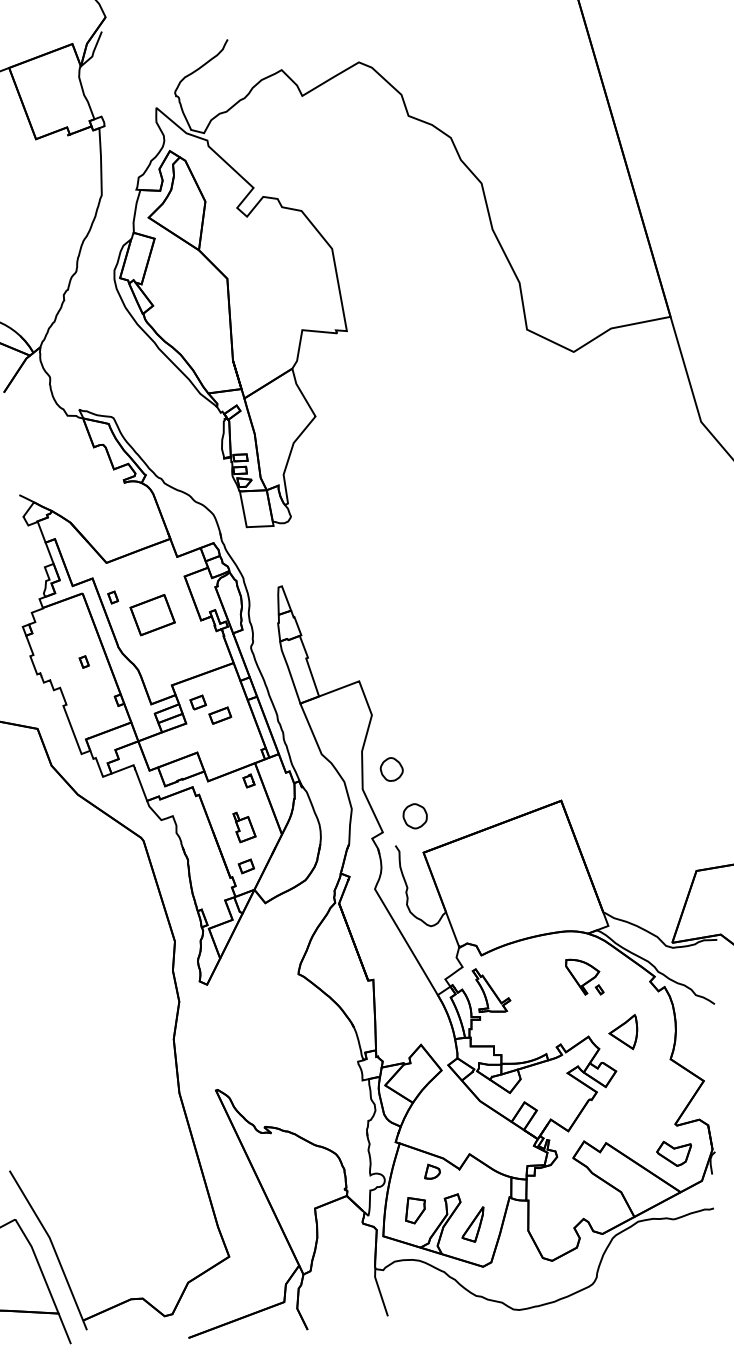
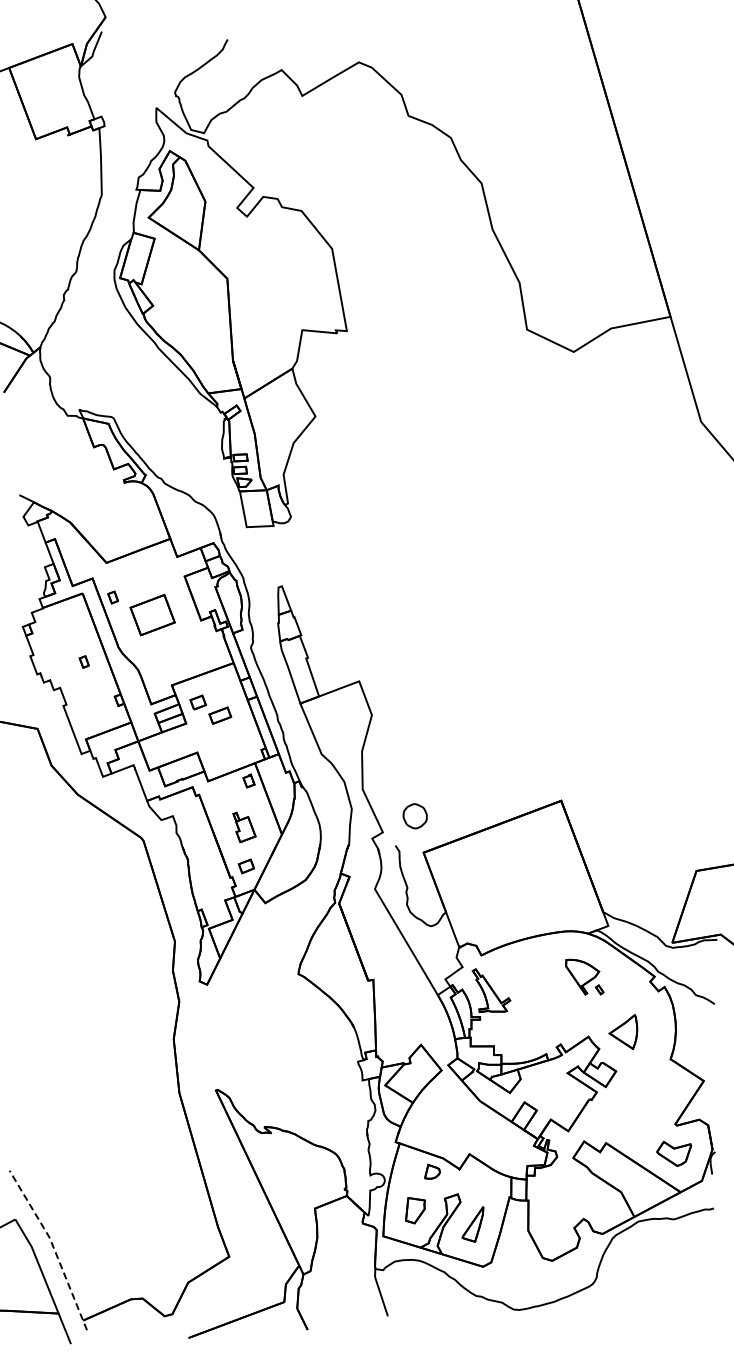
part at (391, 769): present -> none
line at (53, 1247): solid -> dashed
